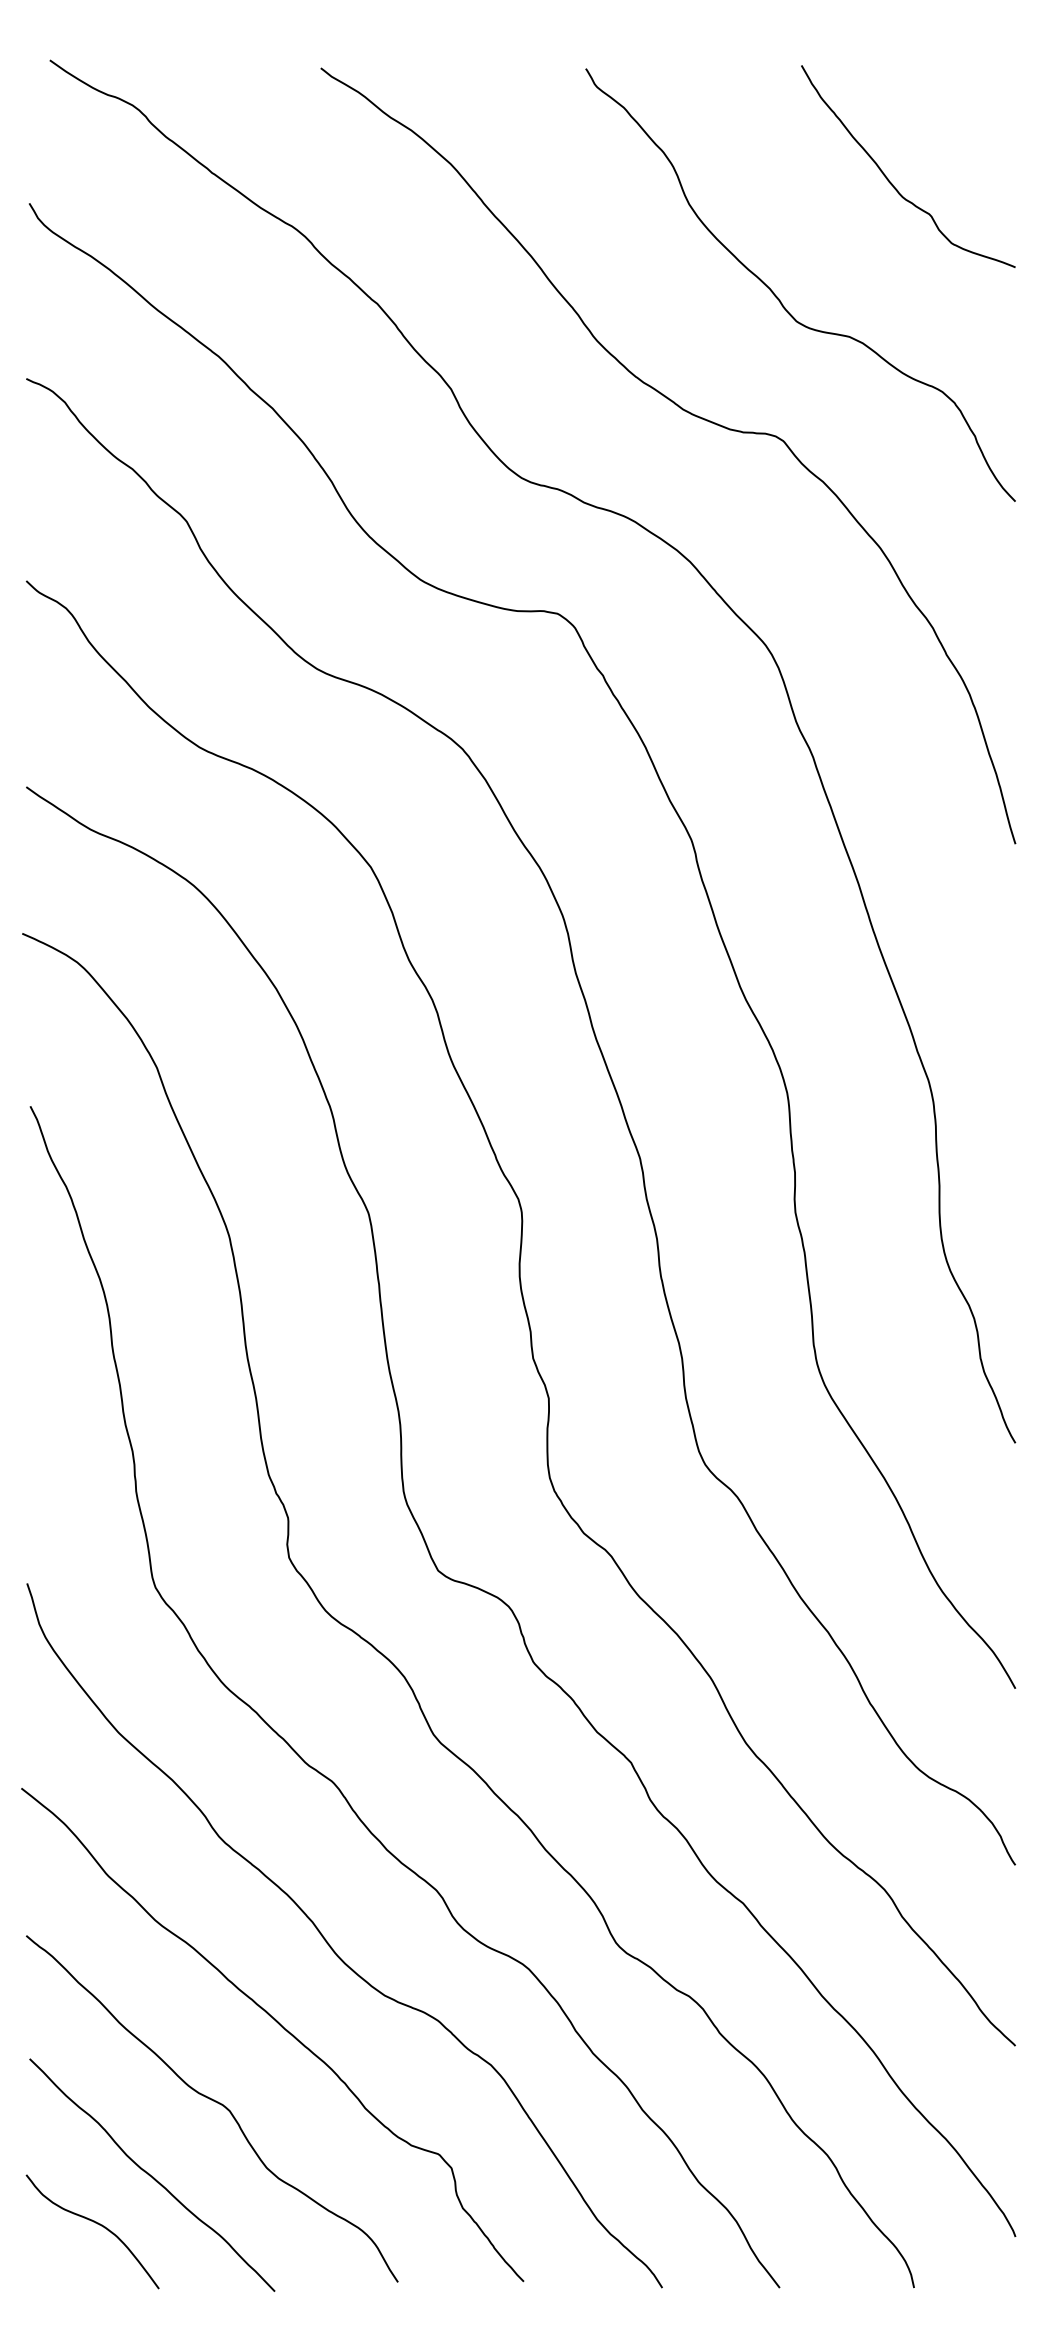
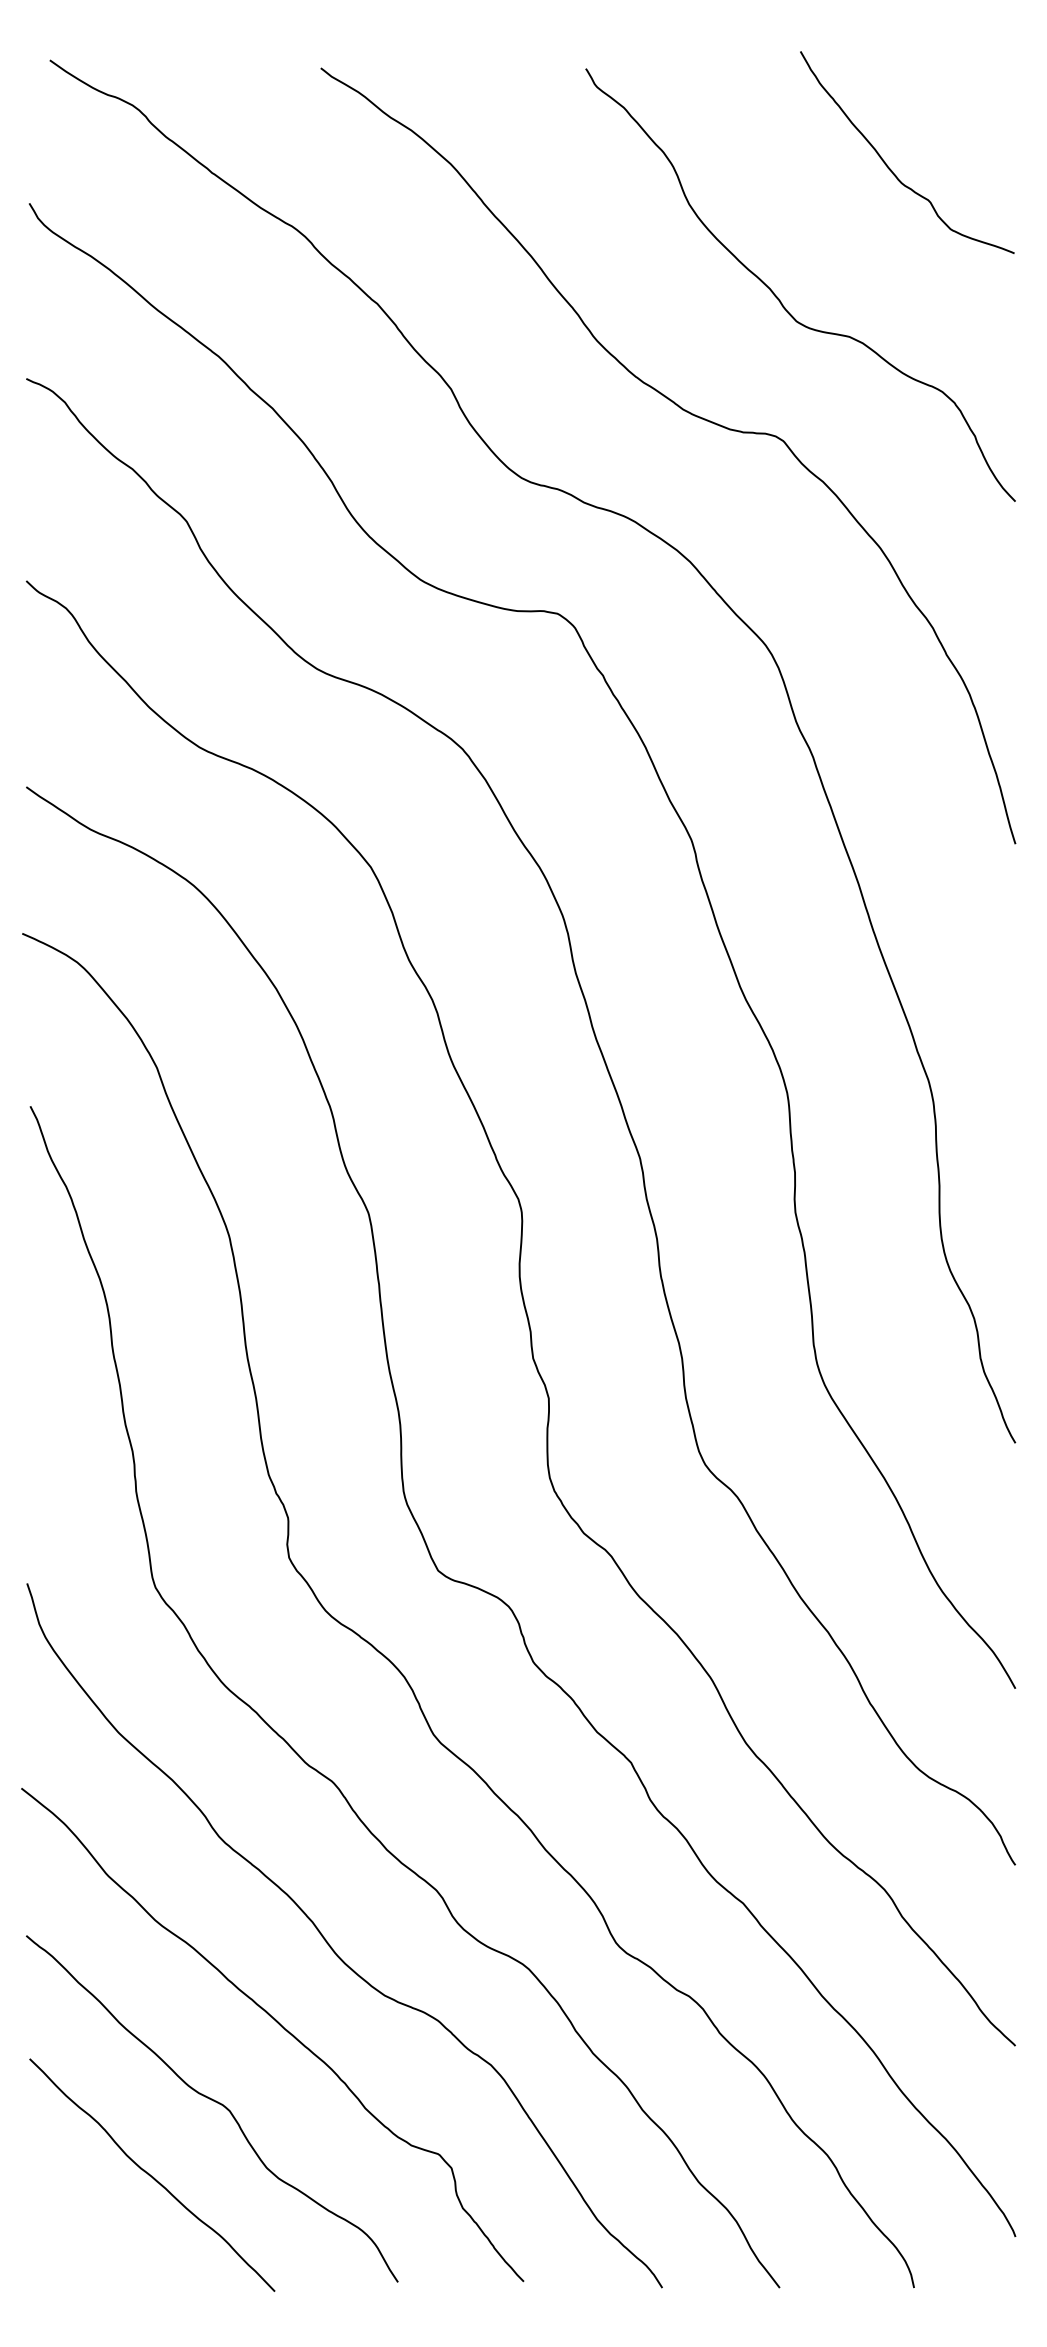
curve at (888, 178) position: (888, 178) -> (887, 164)
curve at (95, 2223): present -> none
